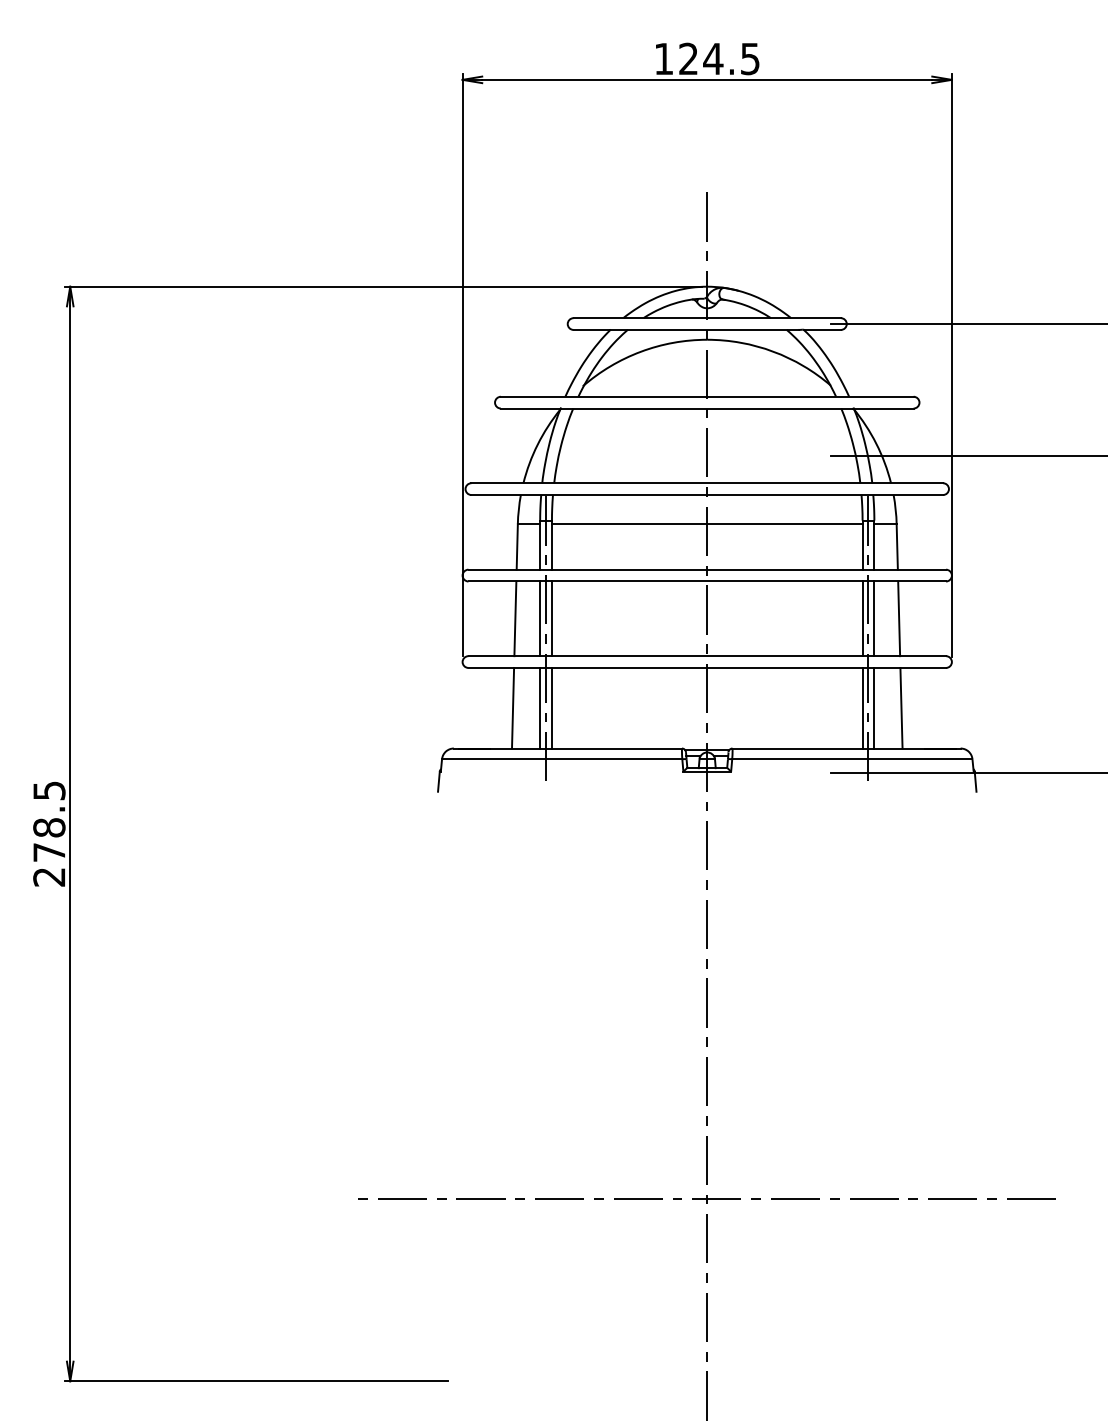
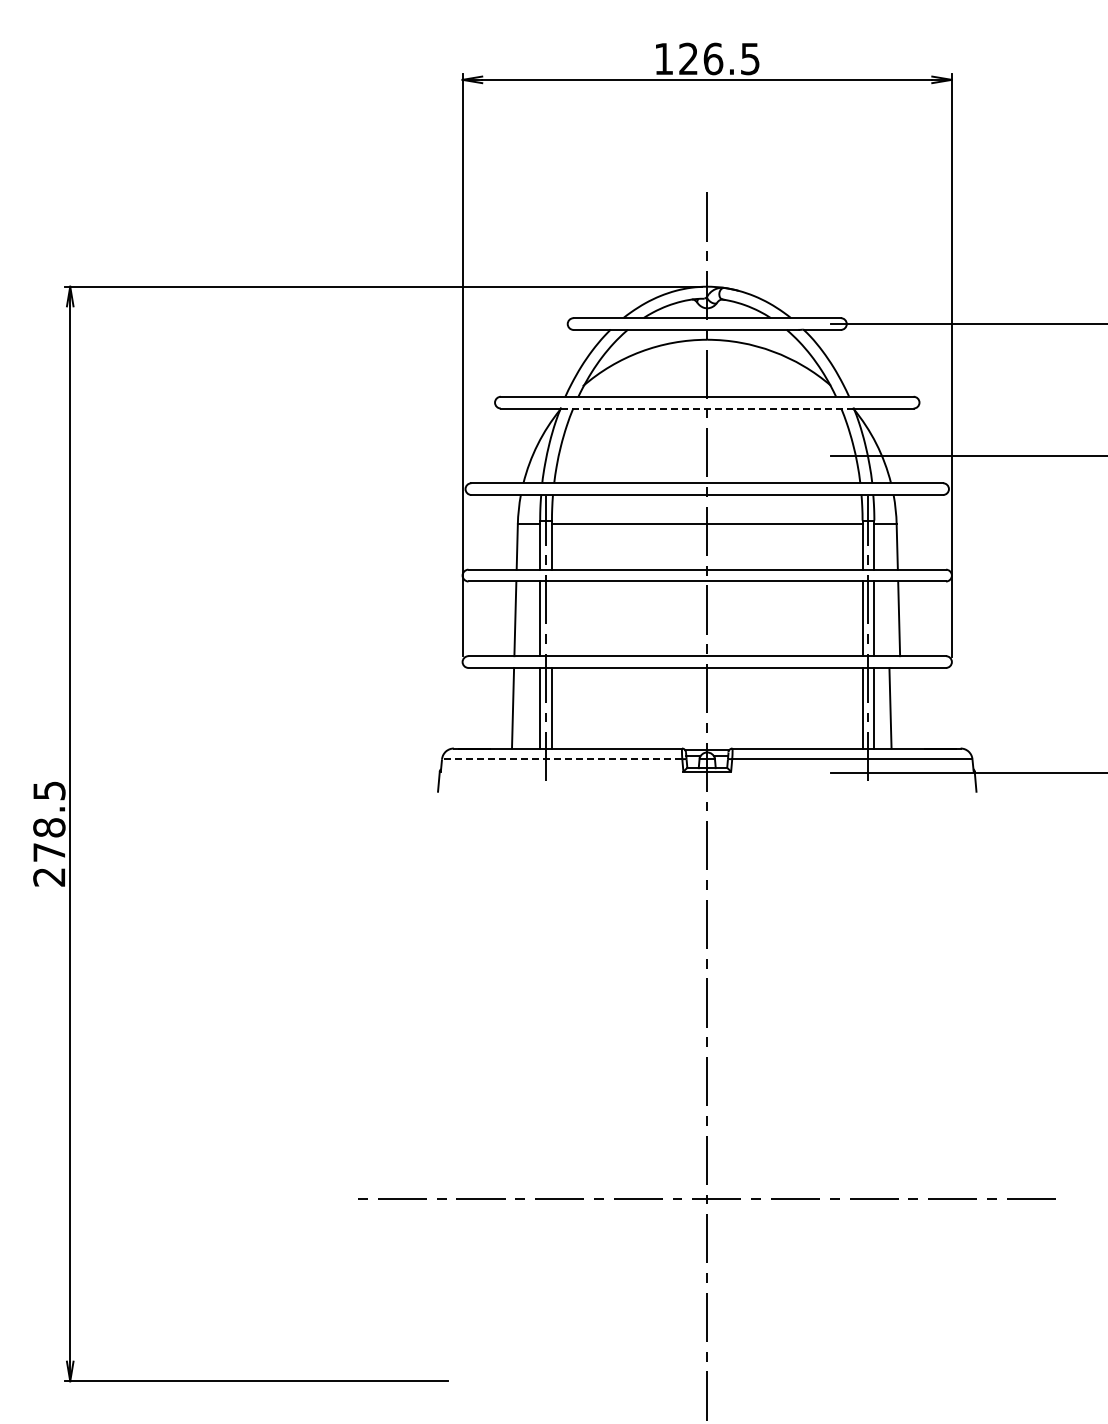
text at (713, 58): 124.5 -> 126.5
line at (707, 408): solid -> dashed
line at (551, 618): present -> none
line at (901, 707) position: (901, 707) -> (890, 707)
line at (561, 759): solid -> dashed
